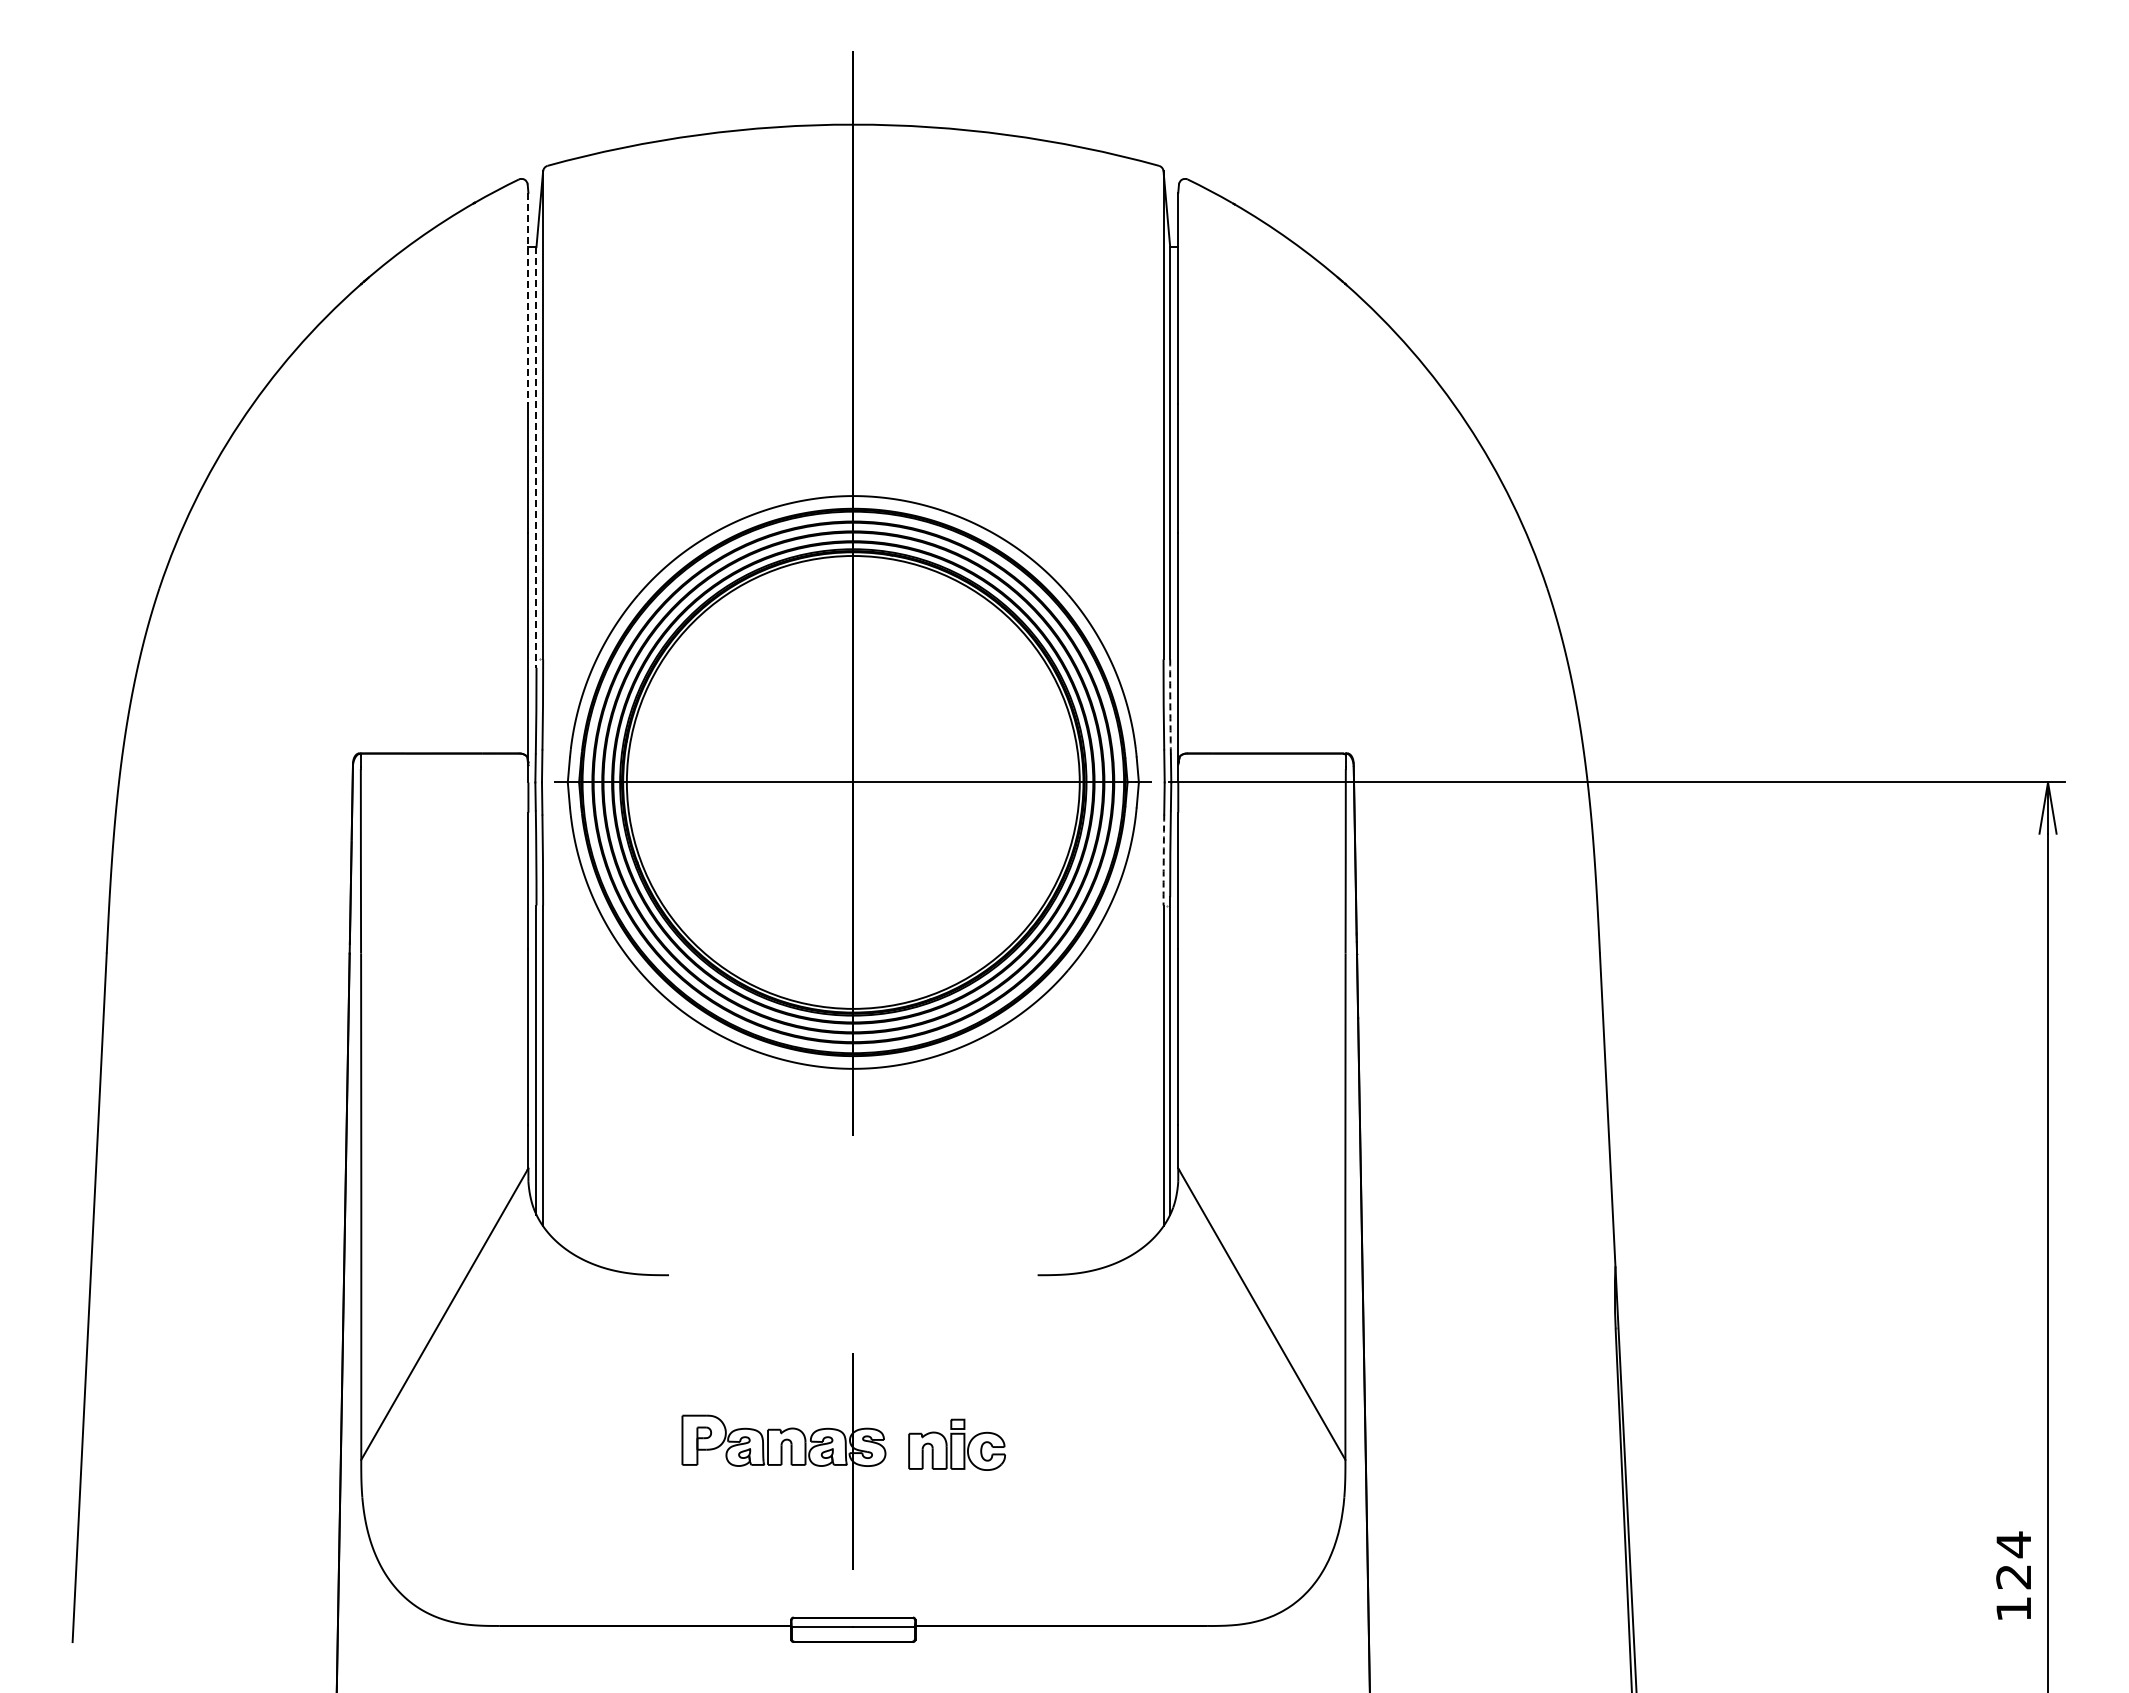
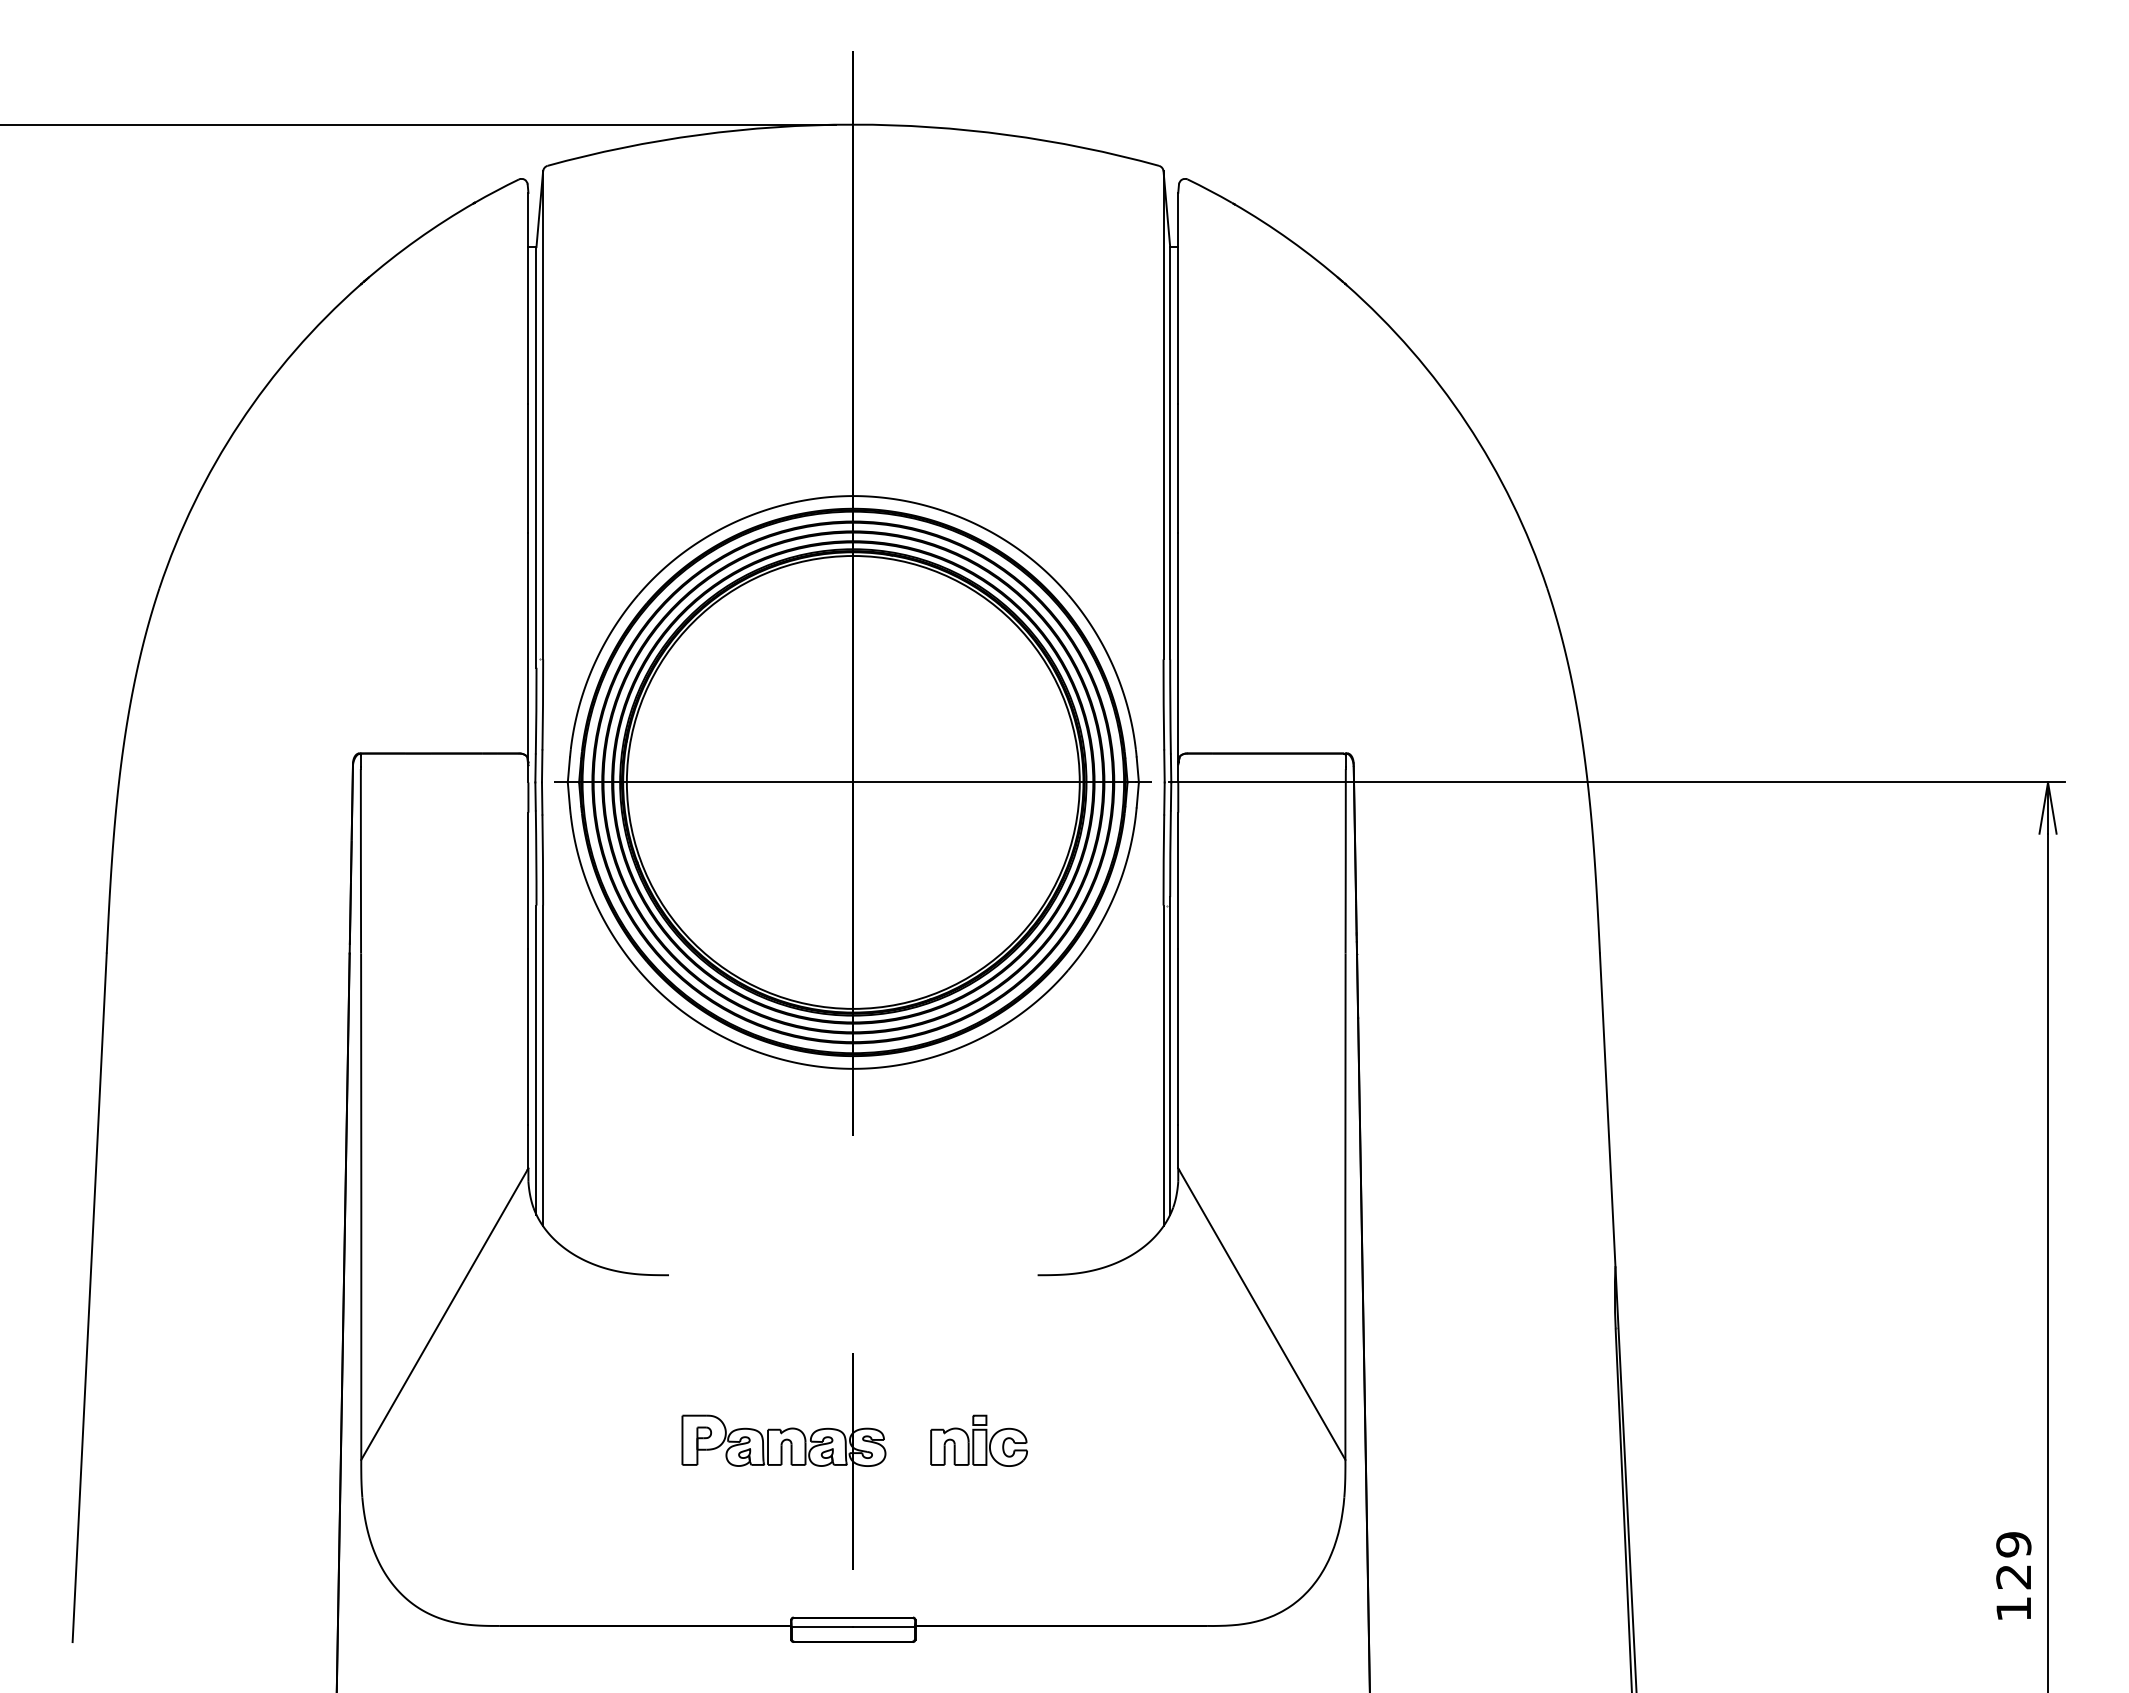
line at (419, 124): none -> present
line at (528, 298): dashed -> solid
line at (536, 457): dashed -> solid
arc at (1170, 706): dashed -> solid
arc at (1163, 860): dashed -> solid
part at (956, 1444) position: (956, 1444) -> (978, 1440)
text at (2013, 1544): 124 -> 129
